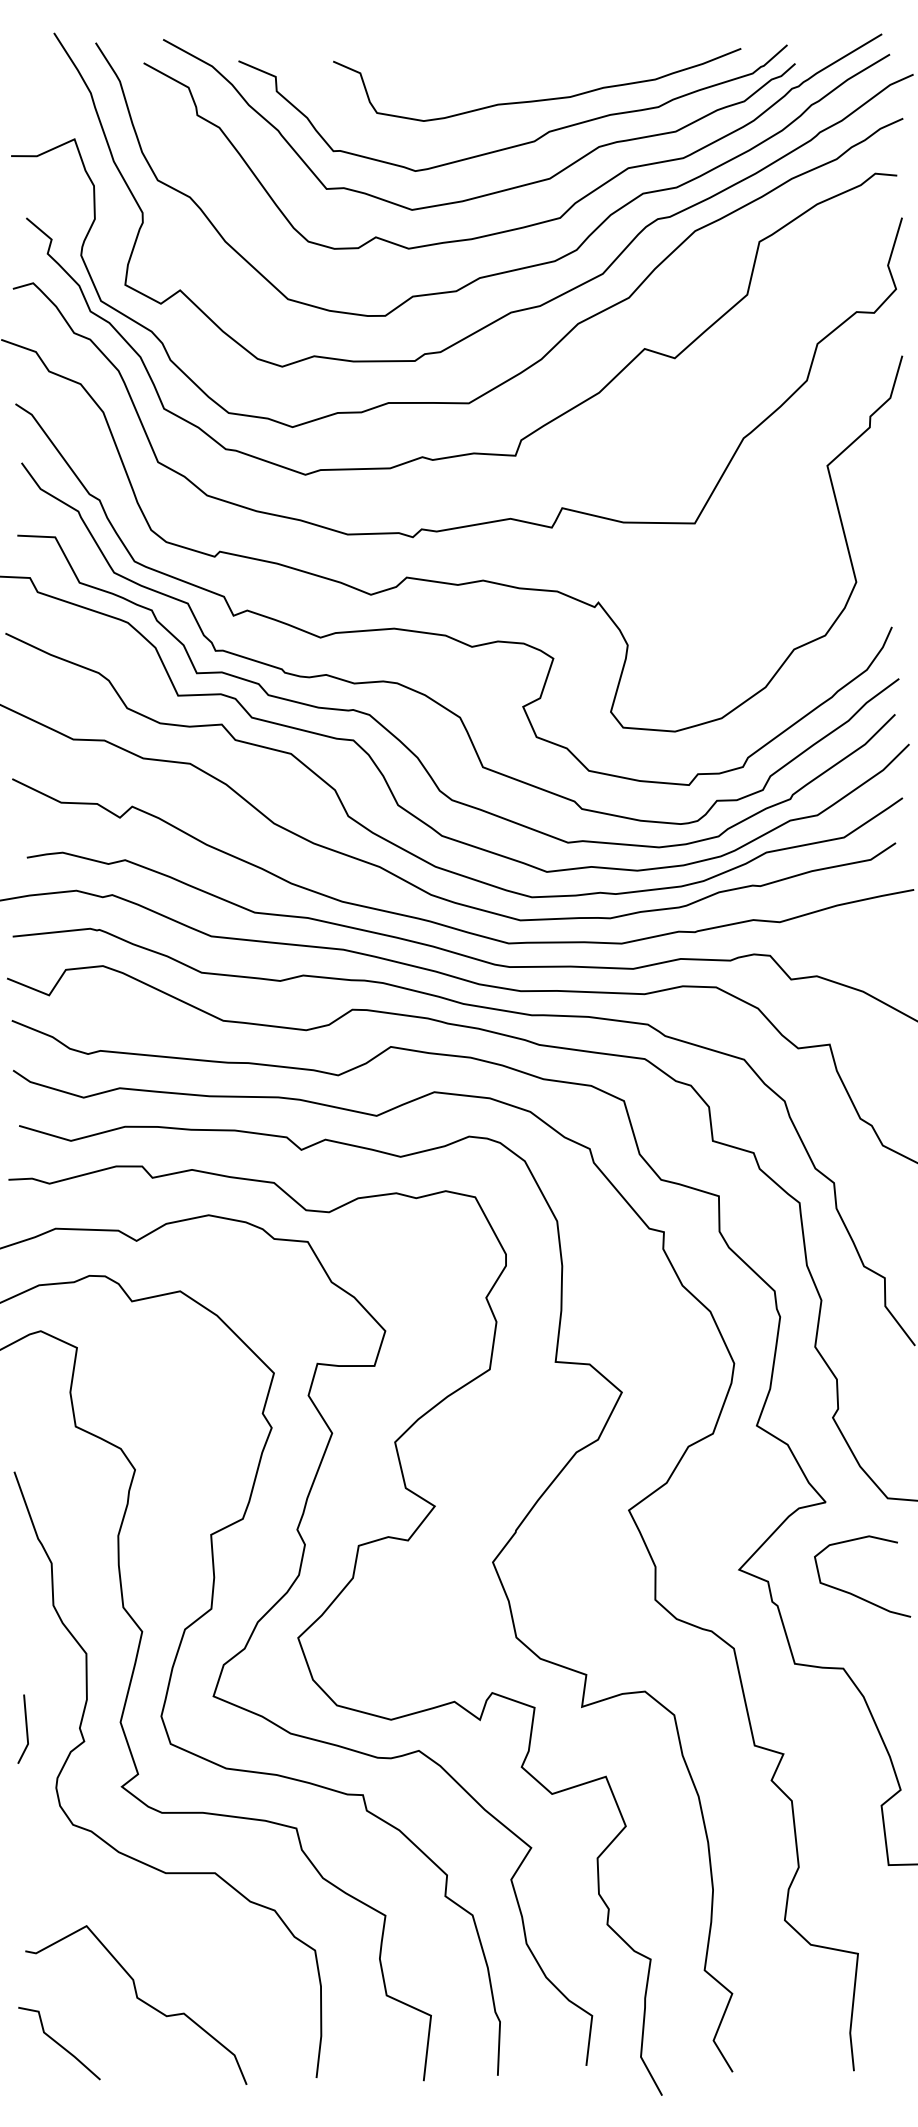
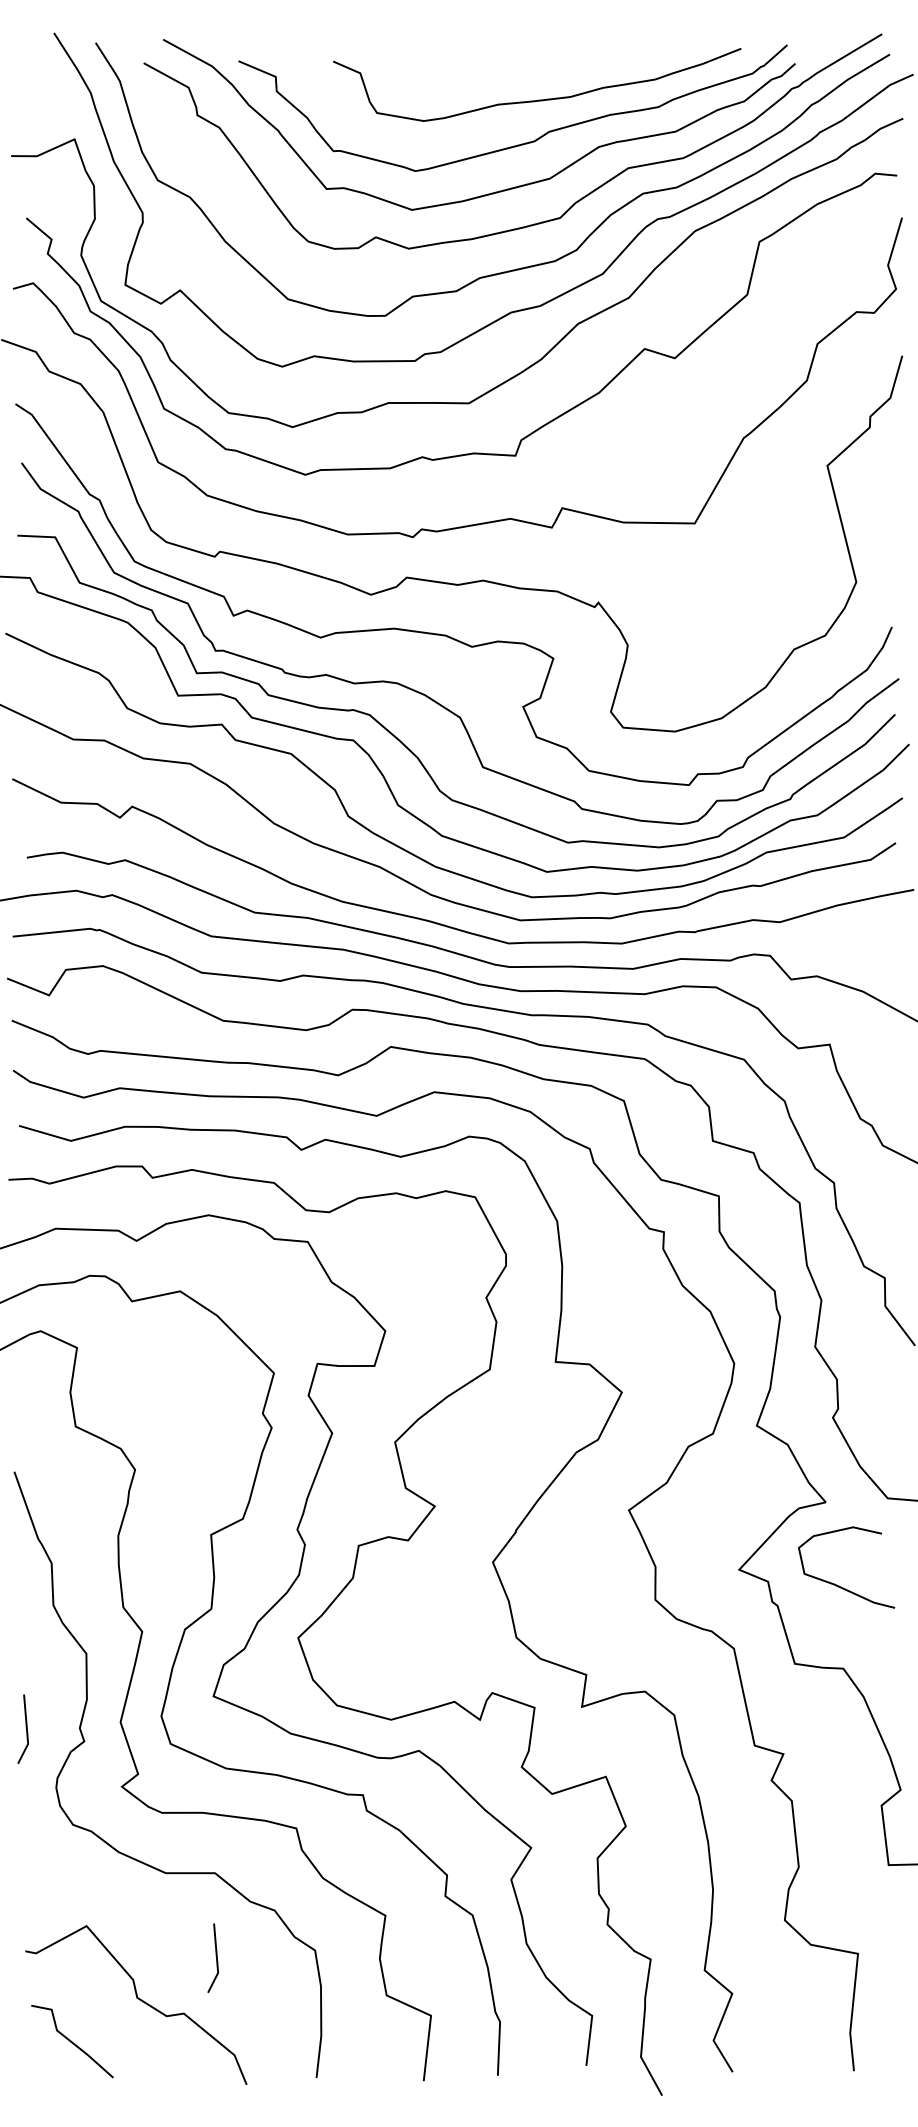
curve at (855, 1594) position: (855, 1594) -> (839, 1585)
line at (215, 1956): none -> present
line at (59, 2043) position: (59, 2043) -> (72, 2041)
